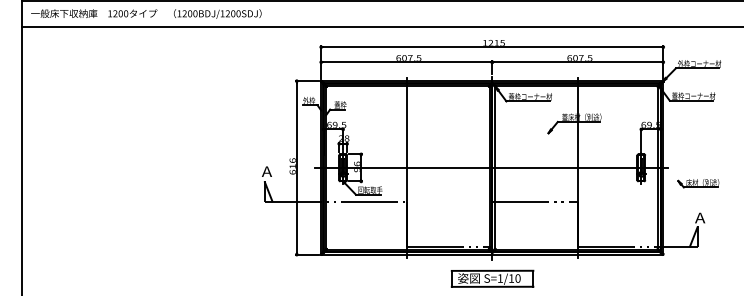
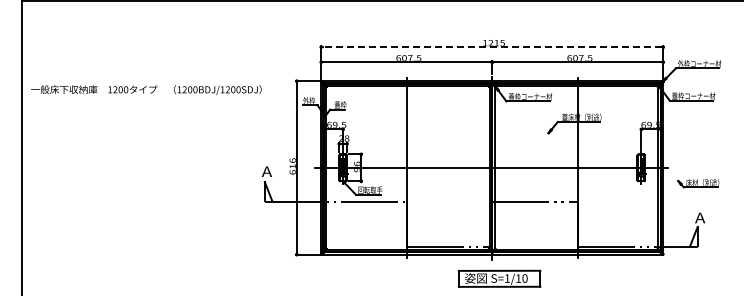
text at (146, 13) position: (146, 13) -> (146, 89)
line at (381, 26): present -> none
line at (491, 47): solid -> dashed
part at (492, 278) position: (492, 278) -> (499, 278)
